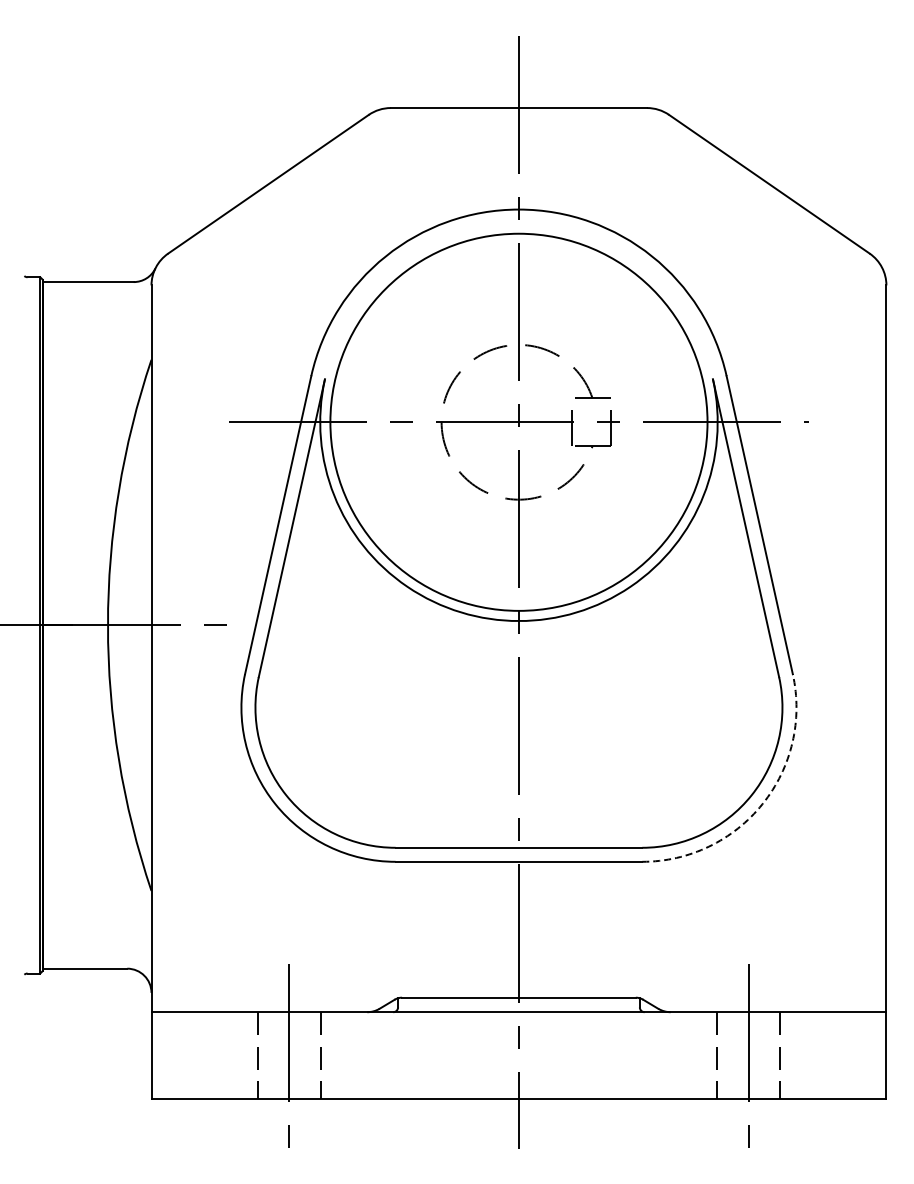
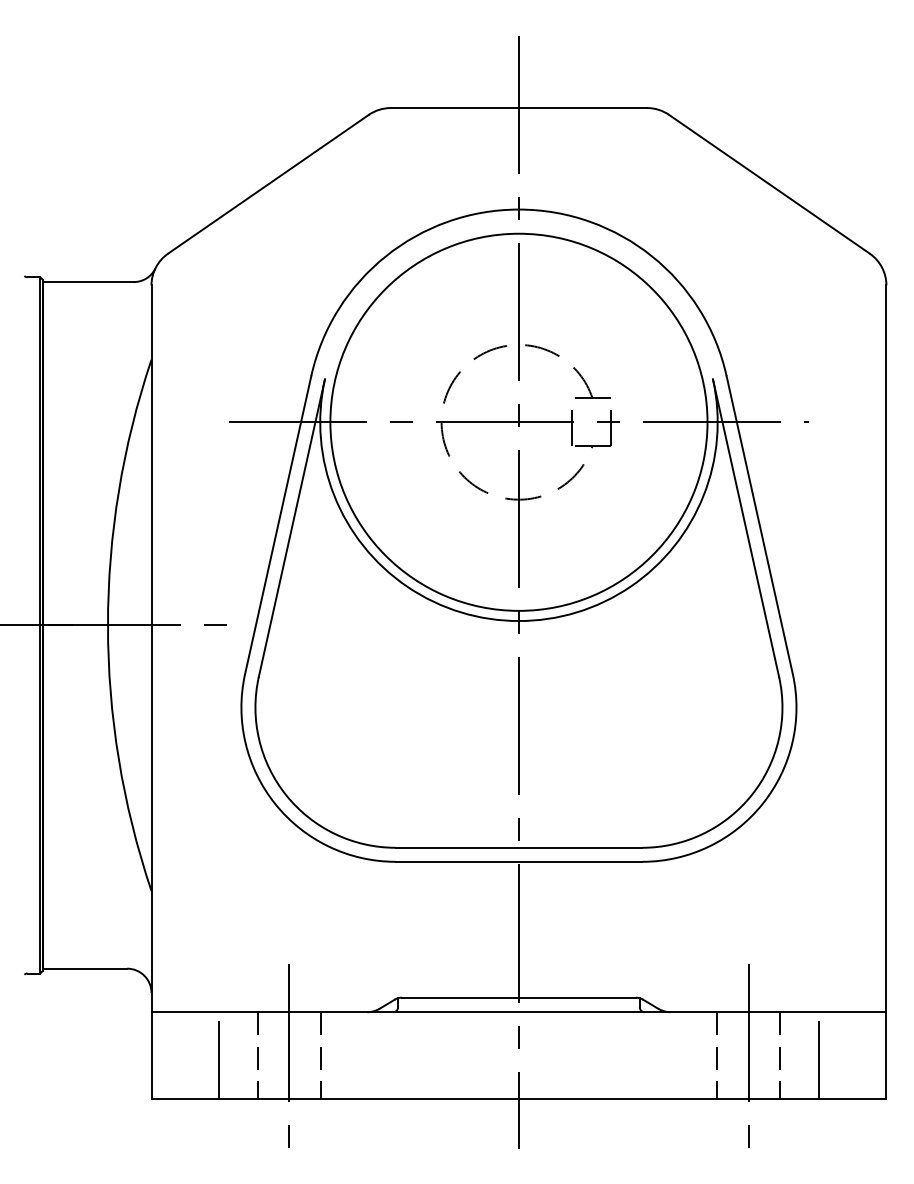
arc at (762, 804): dashed -> solid
line at (219, 1060): none -> present
line at (818, 1060): none -> present
